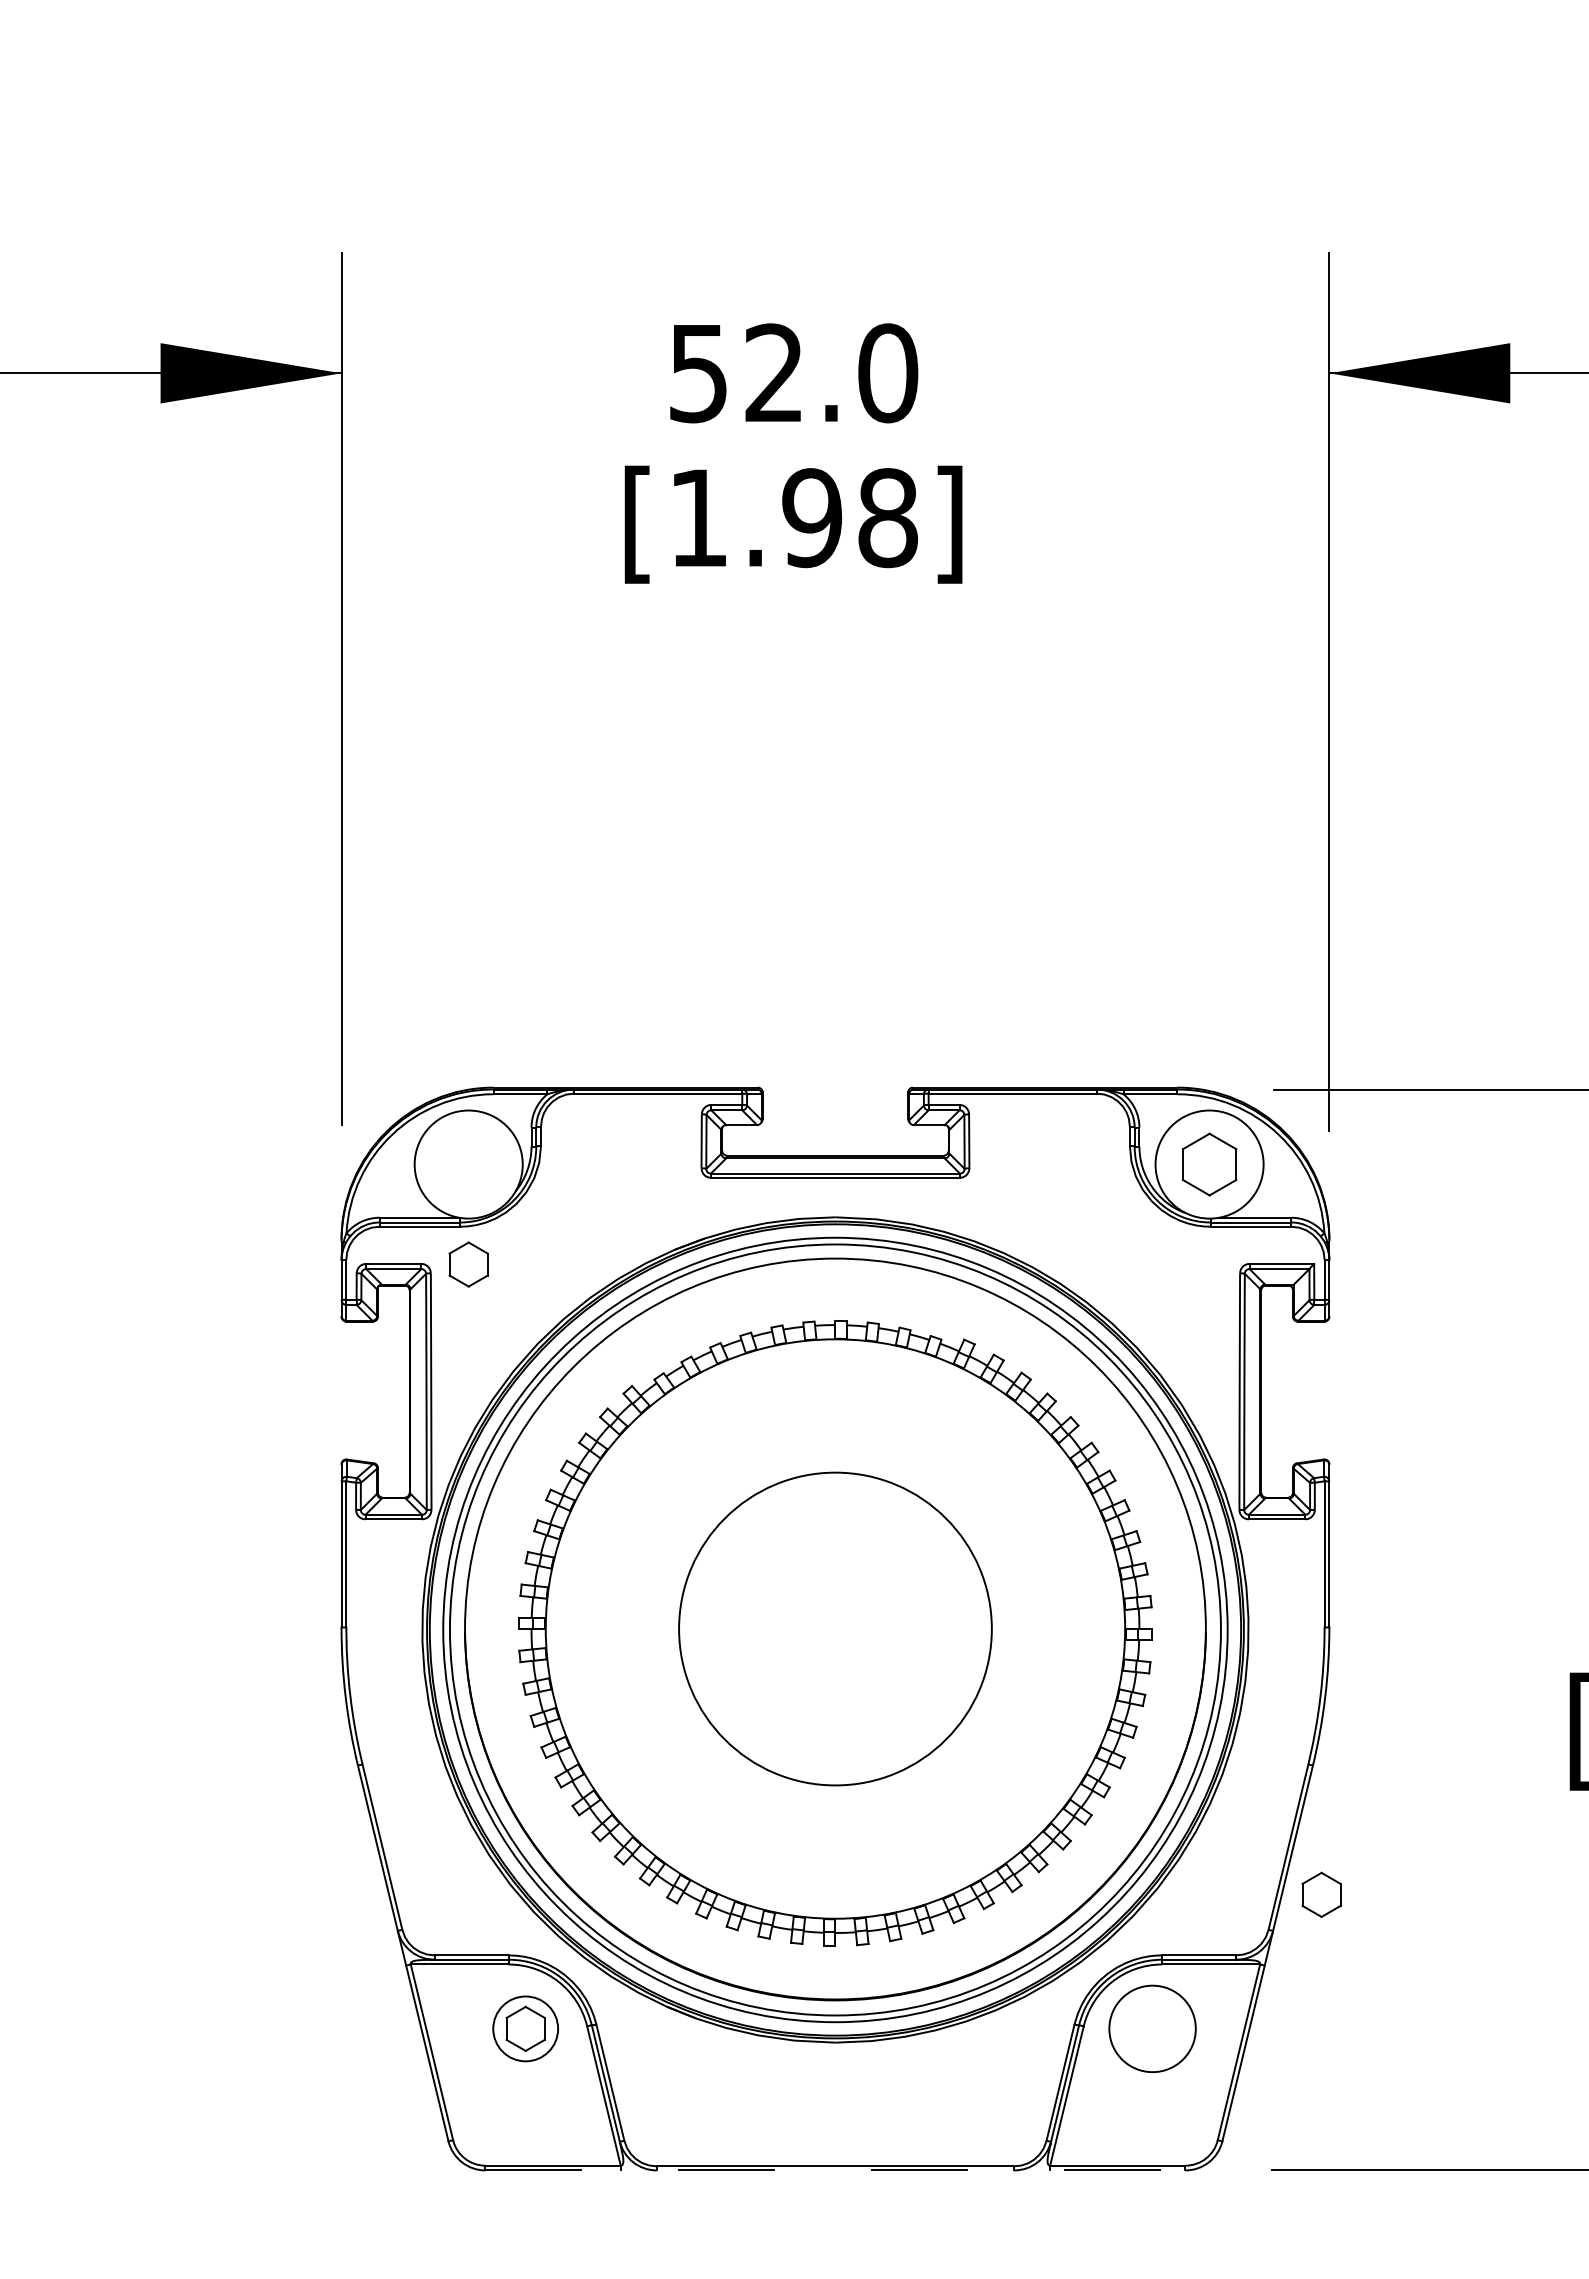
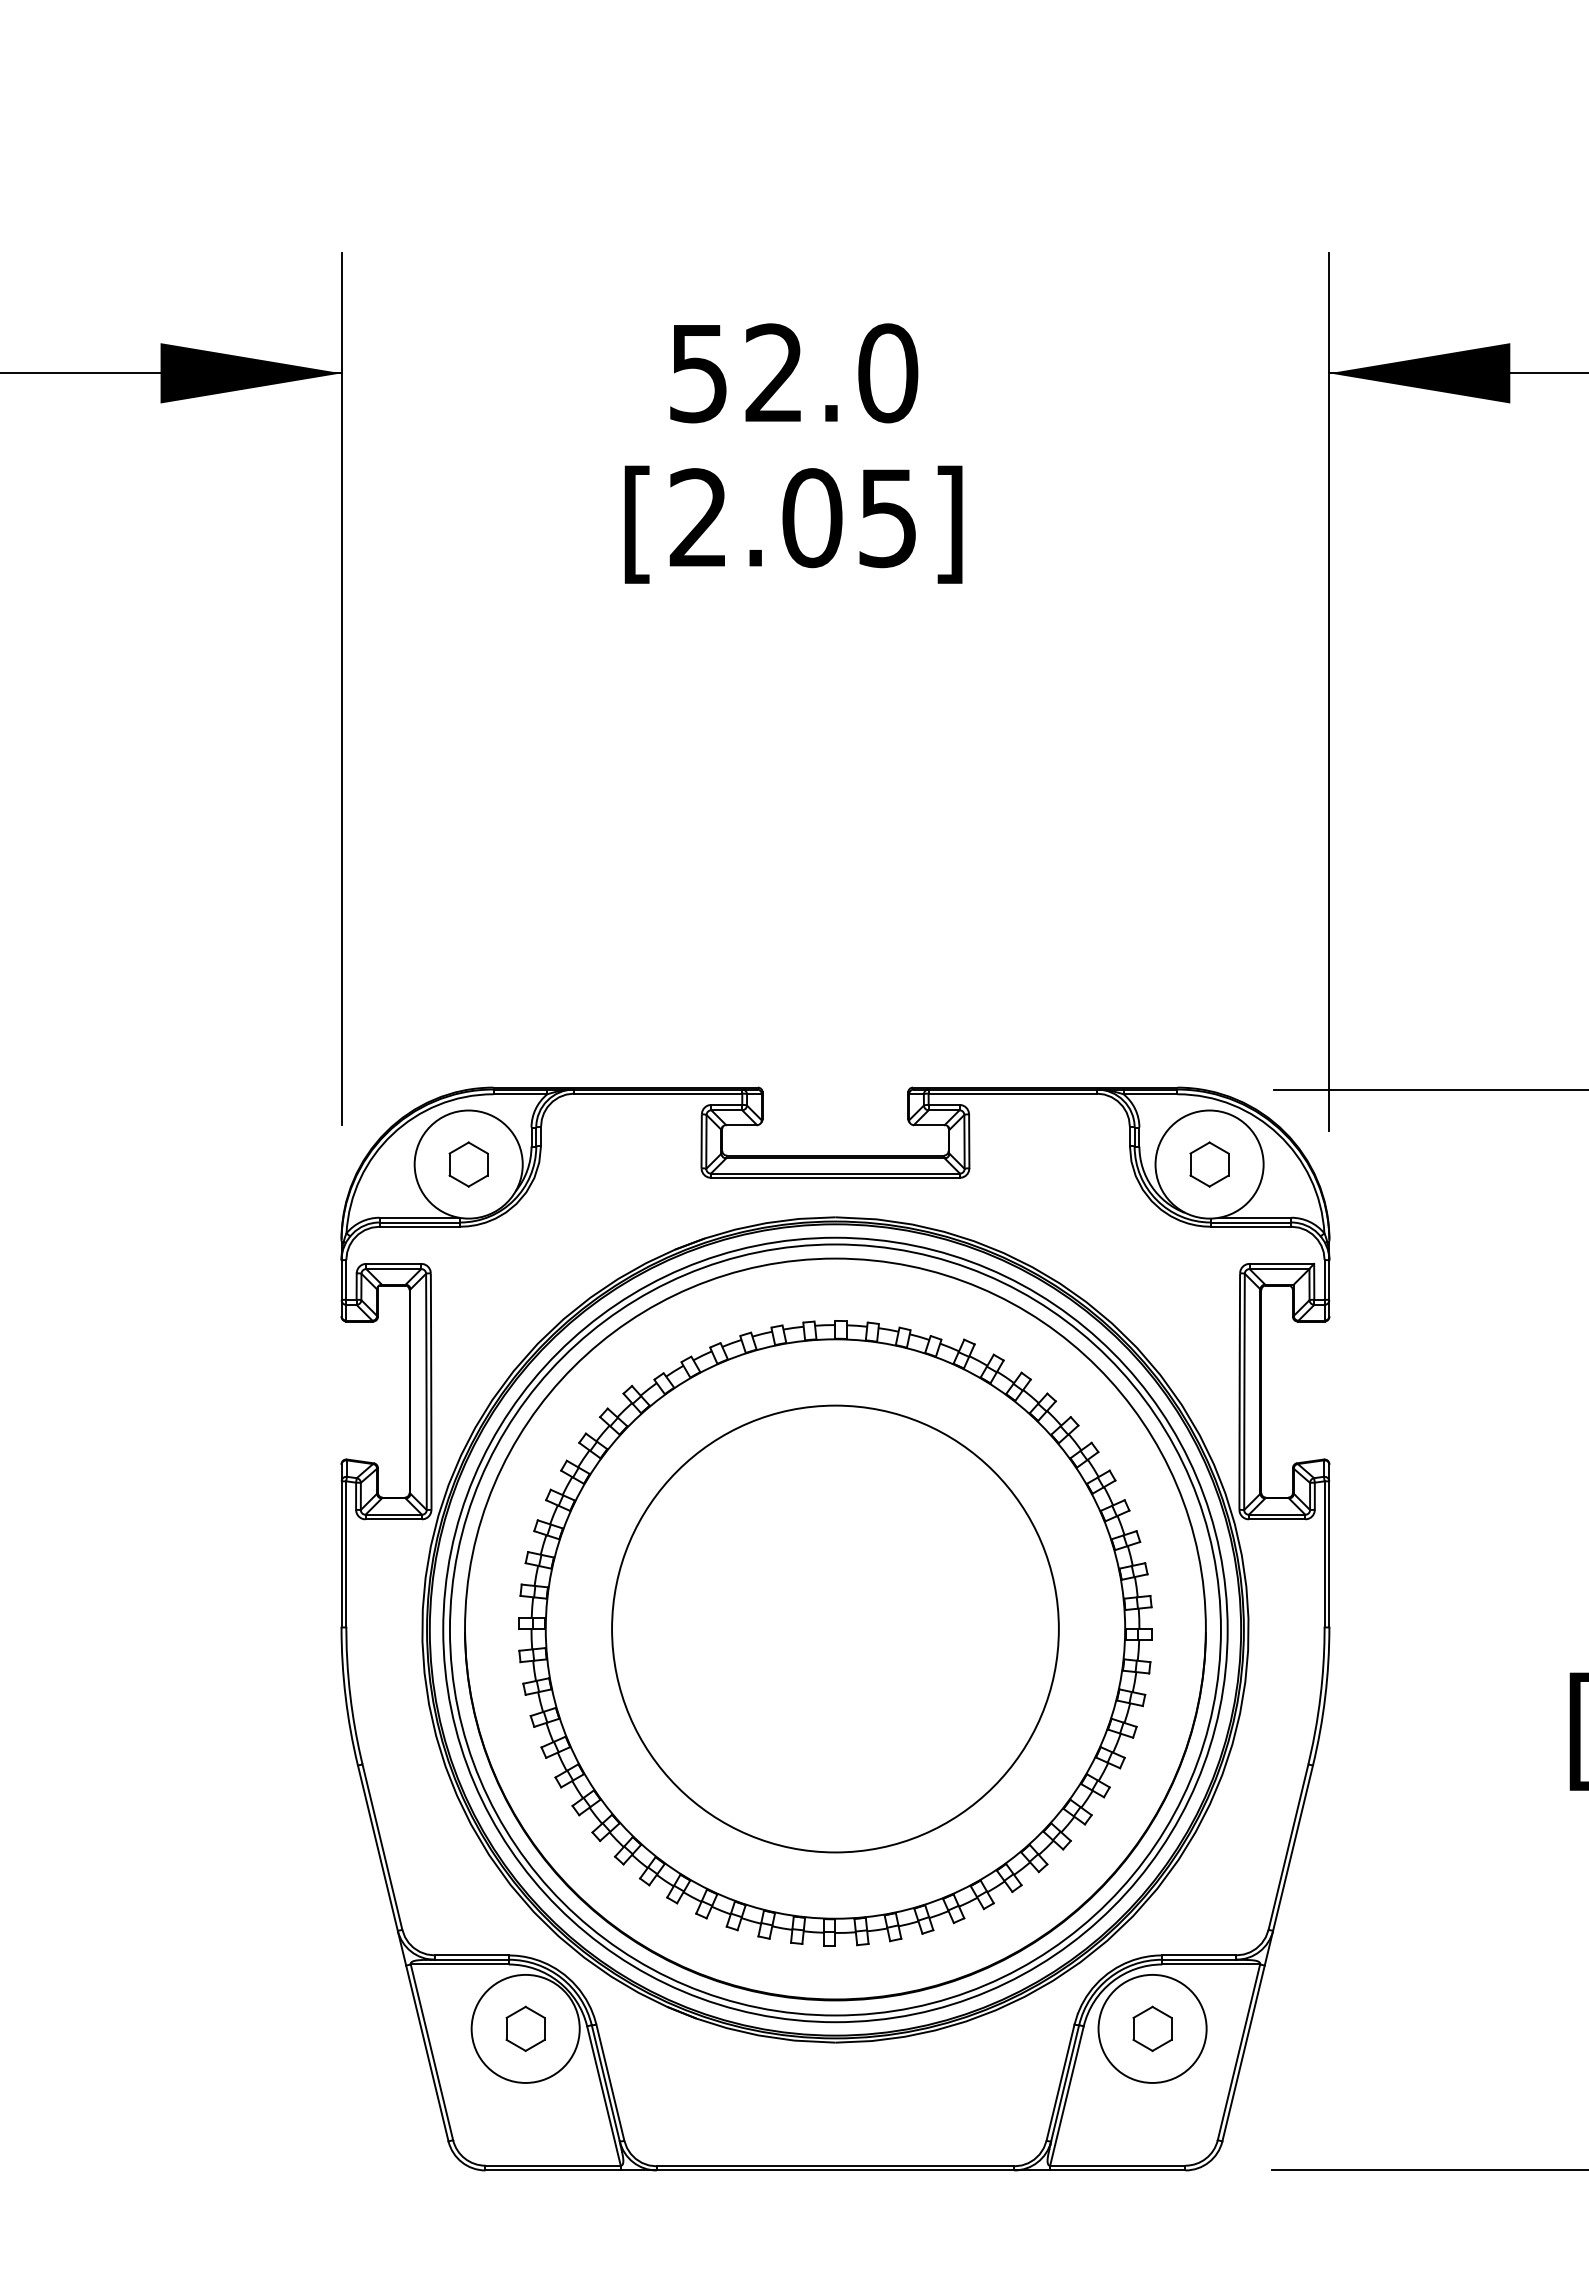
text at (793, 518): [1.98] -> [2.05]
part at (1209, 1164) size: 57x65 px -> 41x47 px
part at (468, 1264) position: (468, 1264) -> (468, 1164)
circle at (835, 1628) diameter: 313 px -> 447 px
part at (1321, 1894) position: (1321, 1894) -> (1152, 2028)
circle at (525, 2028) diameter: 65 px -> 108 px
circle at (1152, 2028) diameter: 86 px -> 108 px
line at (835, 2170): dashed -> solid
